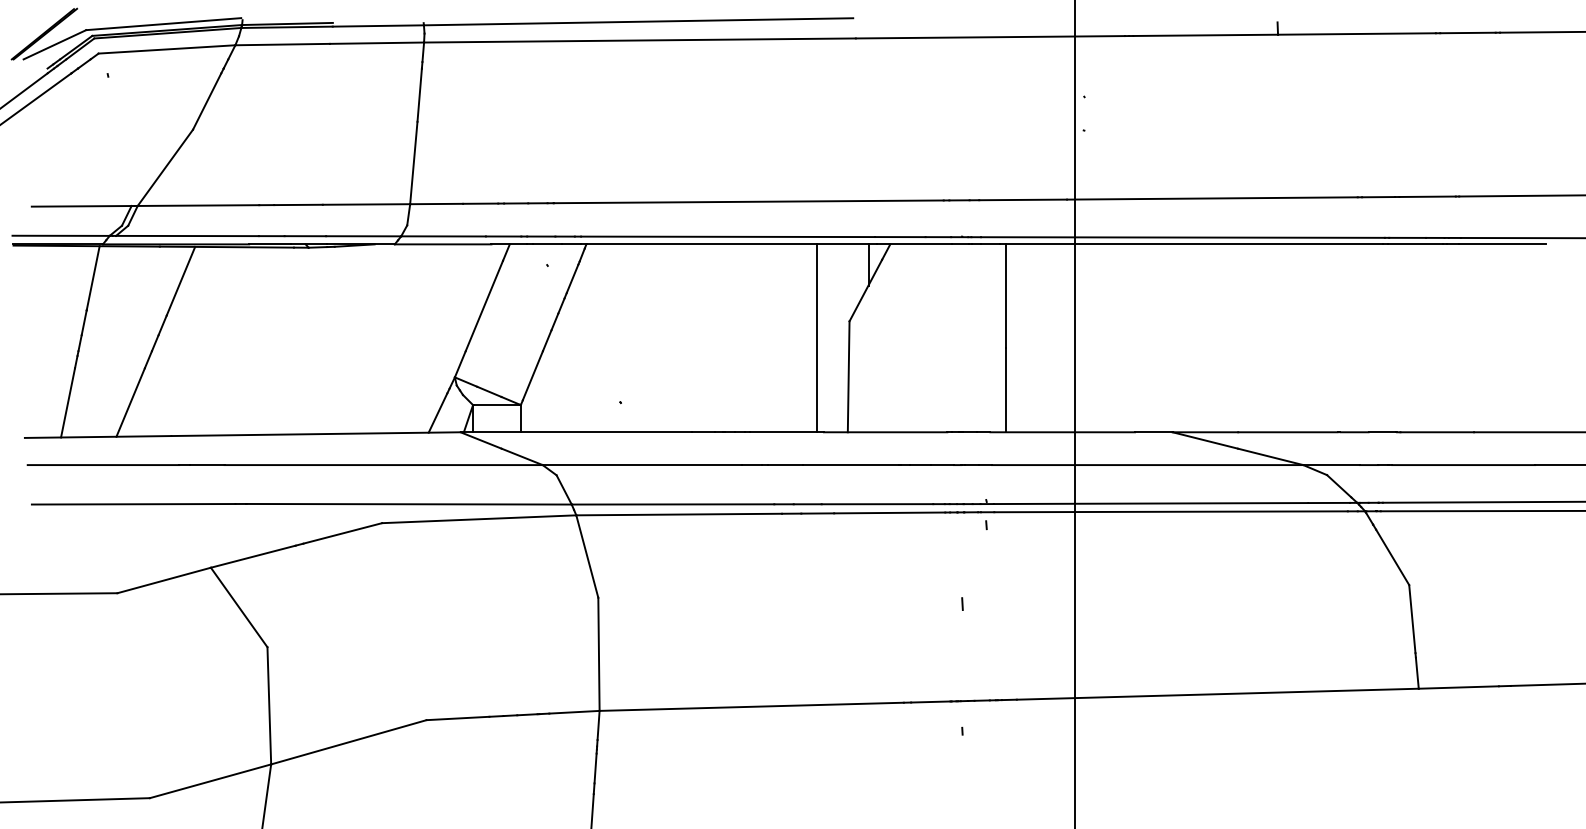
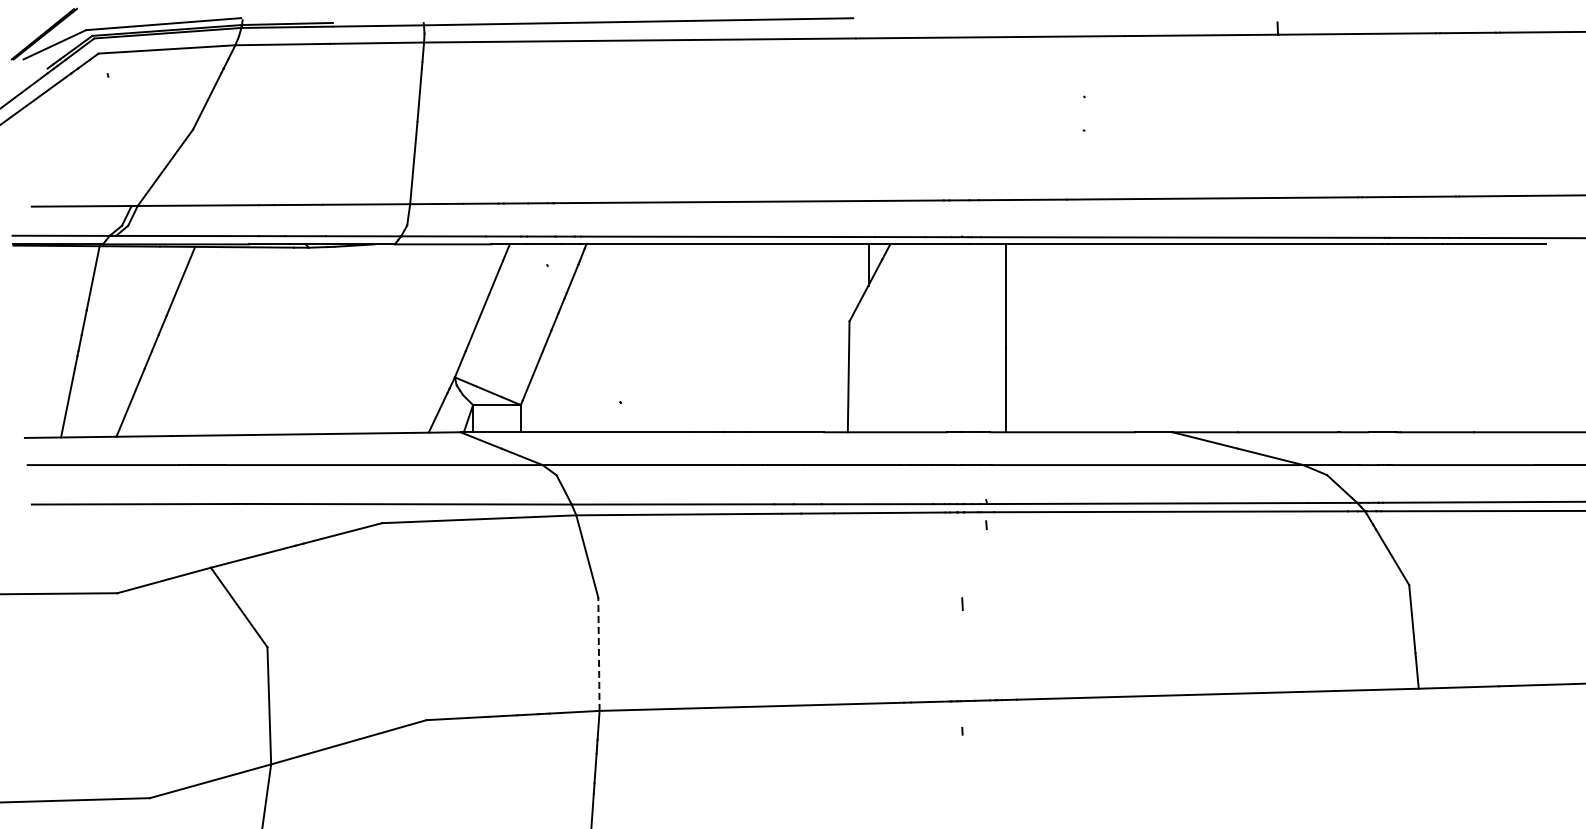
line at (816, 338): present -> none
line at (1074, 413): present -> none
line at (598, 654): solid -> dashed
